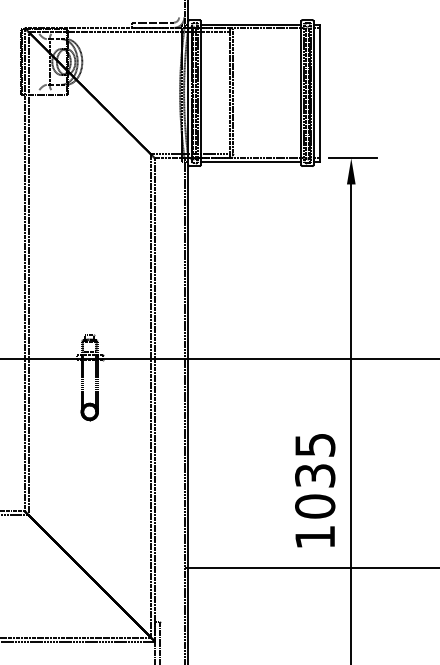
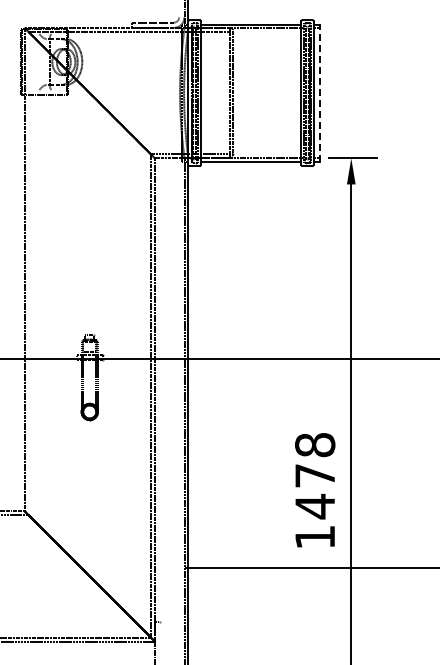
line at (320, 92): solid -> dashed
line at (28, 273): present -> none
text at (315, 476): 1035 -> 1478
line at (160, 641): present -> none
